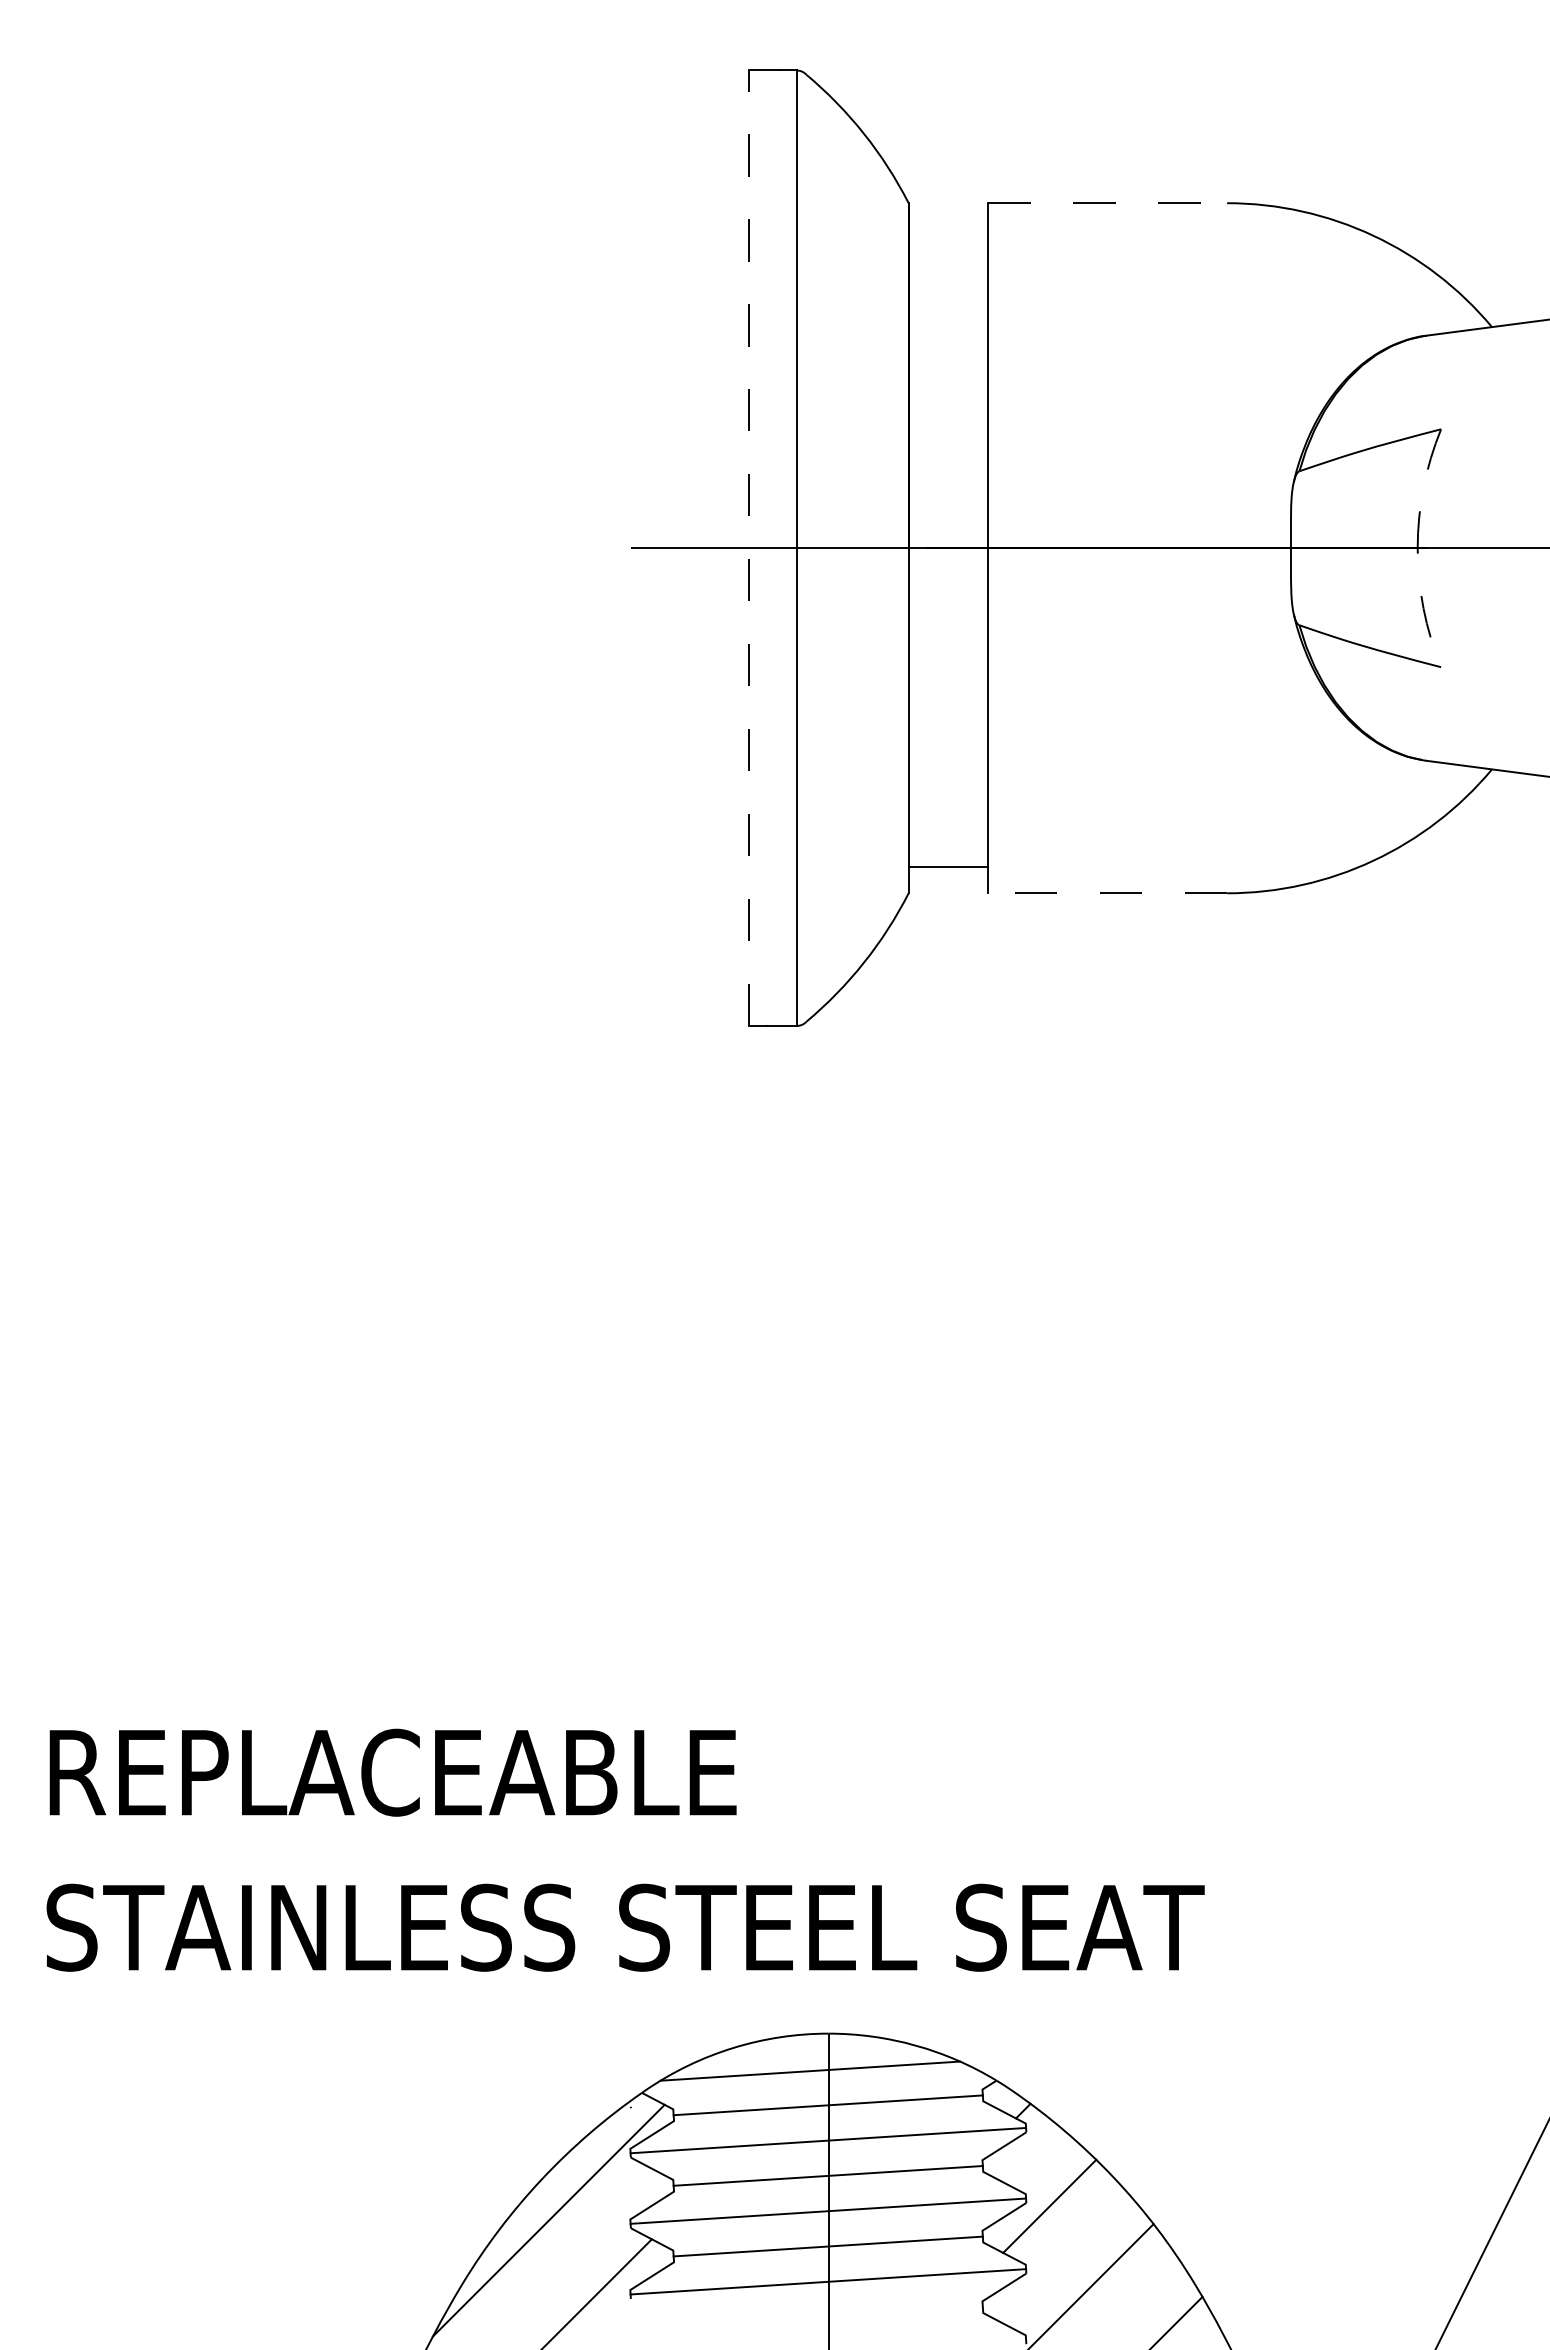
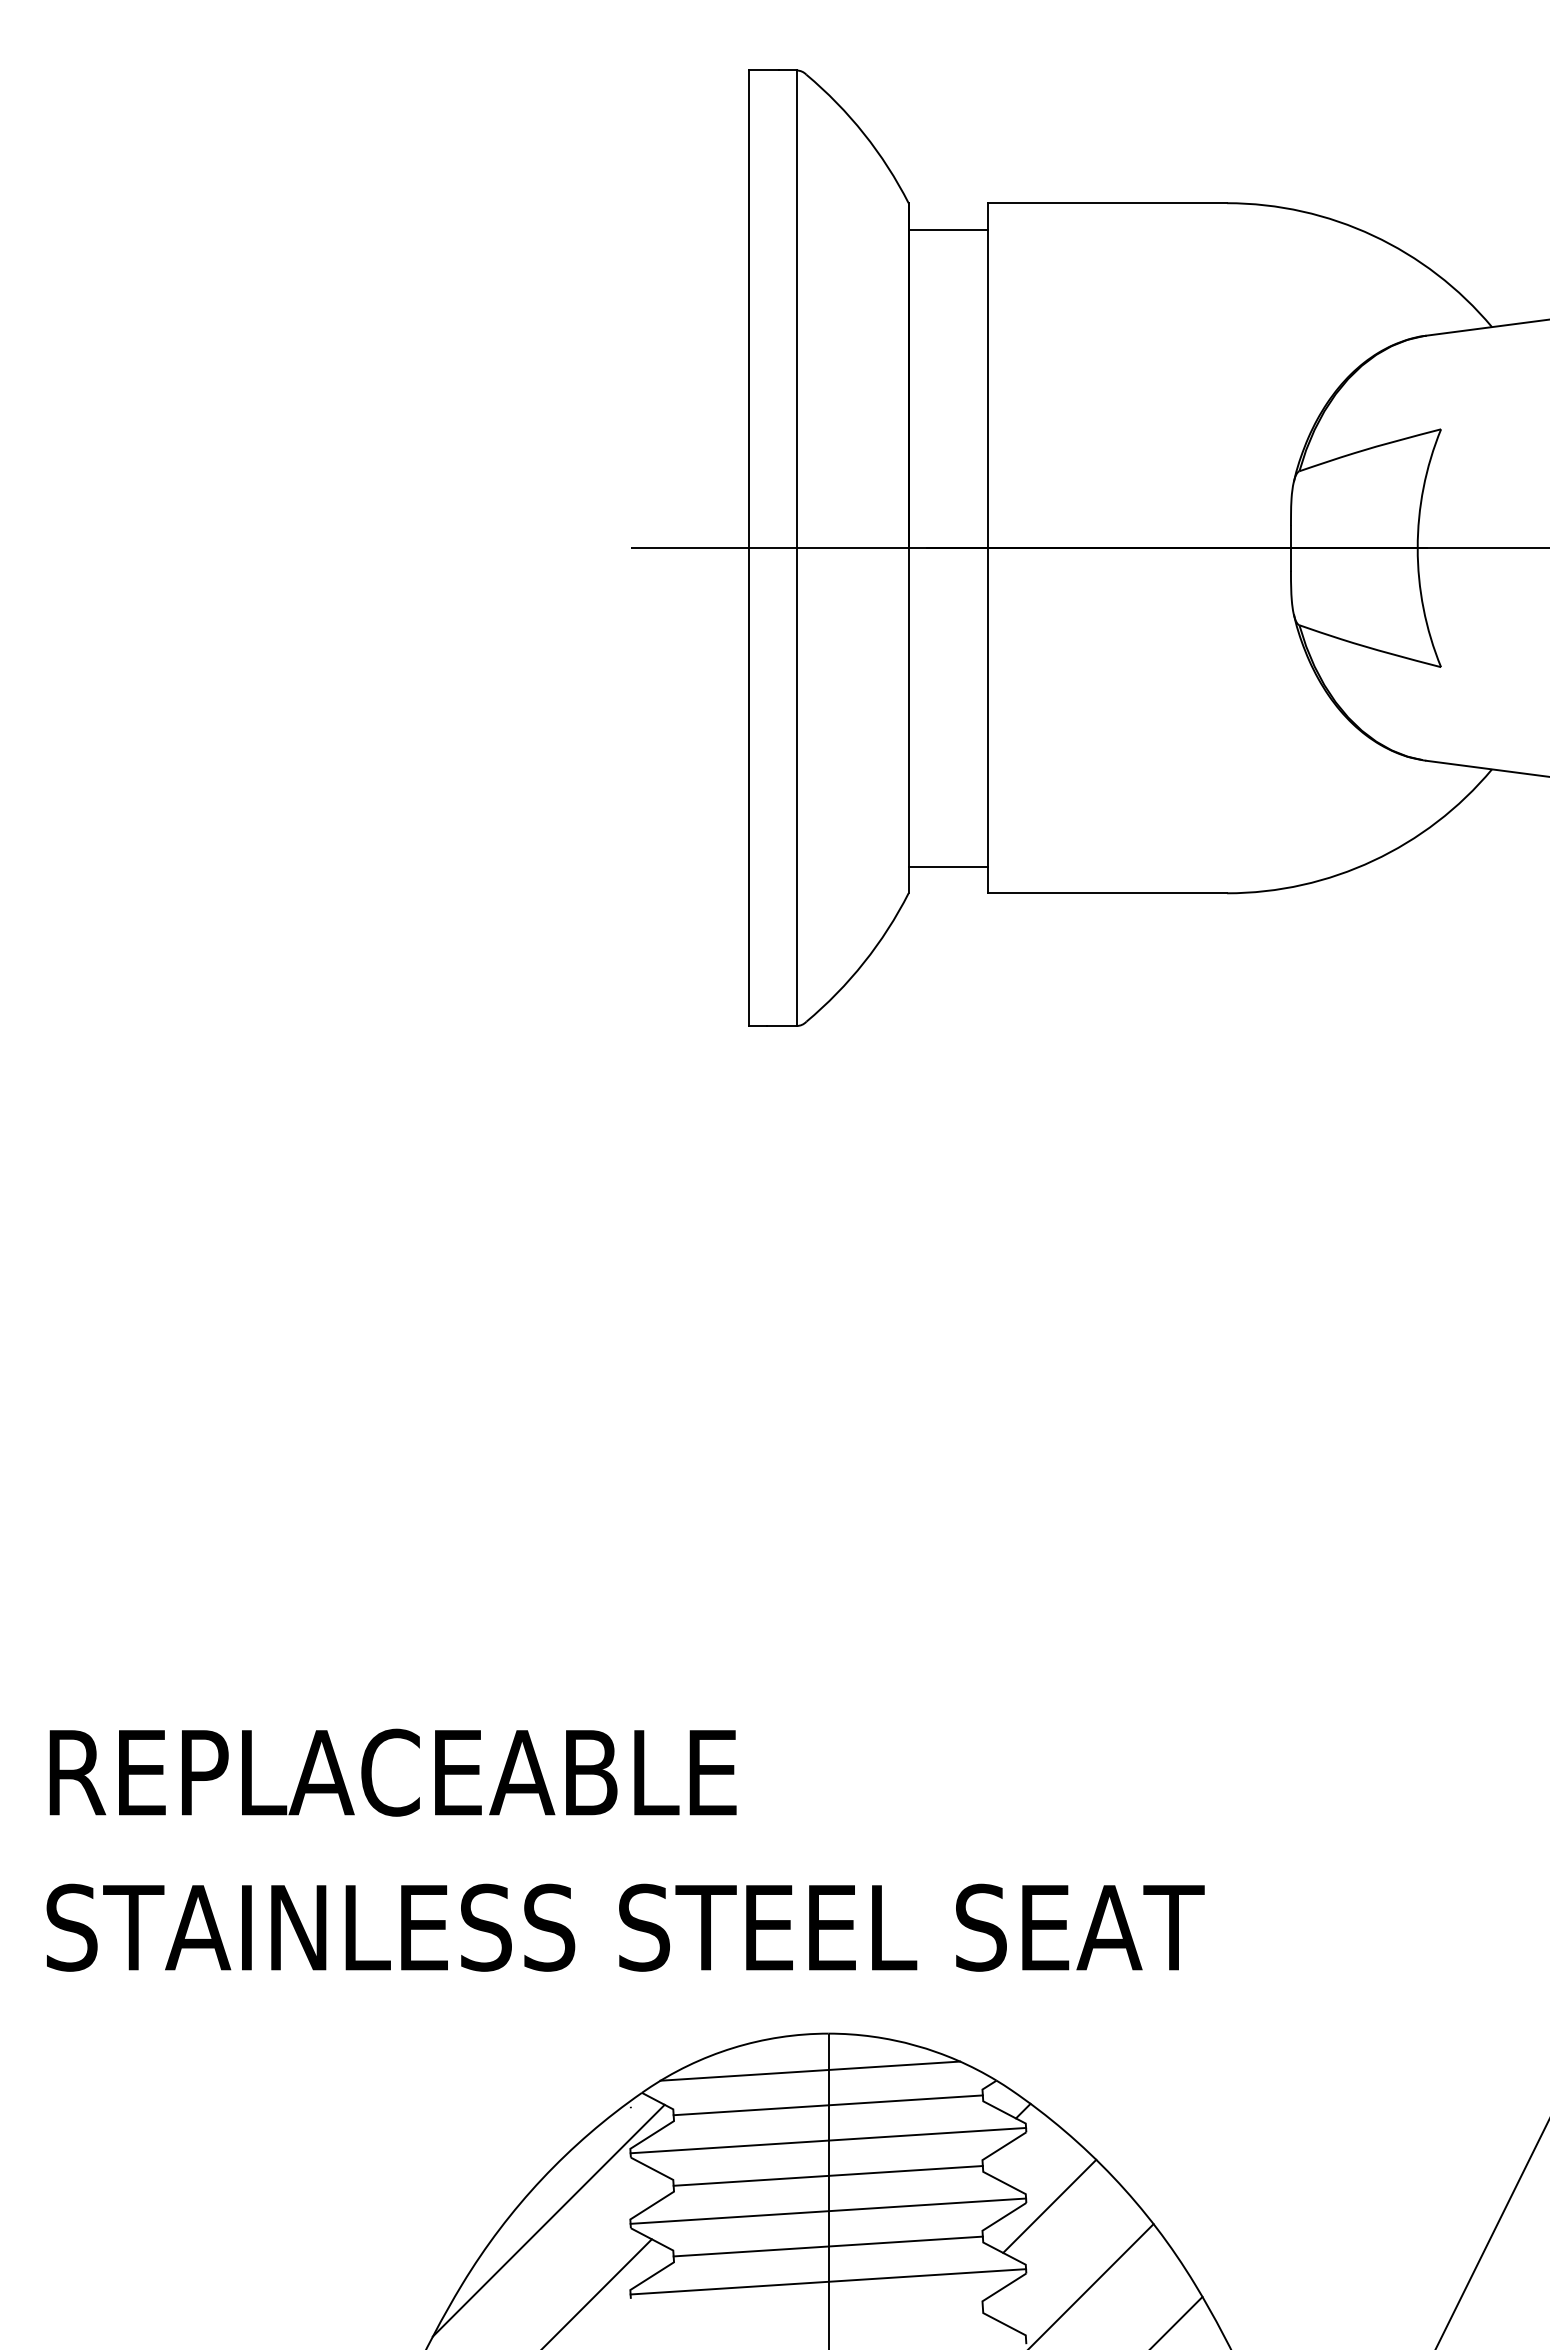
line at (1108, 203): dashed -> solid
line at (948, 229): none -> present
line at (749, 548): dashed -> solid
arc at (1417, 548): dashed -> solid
line at (1107, 893): dashed -> solid
